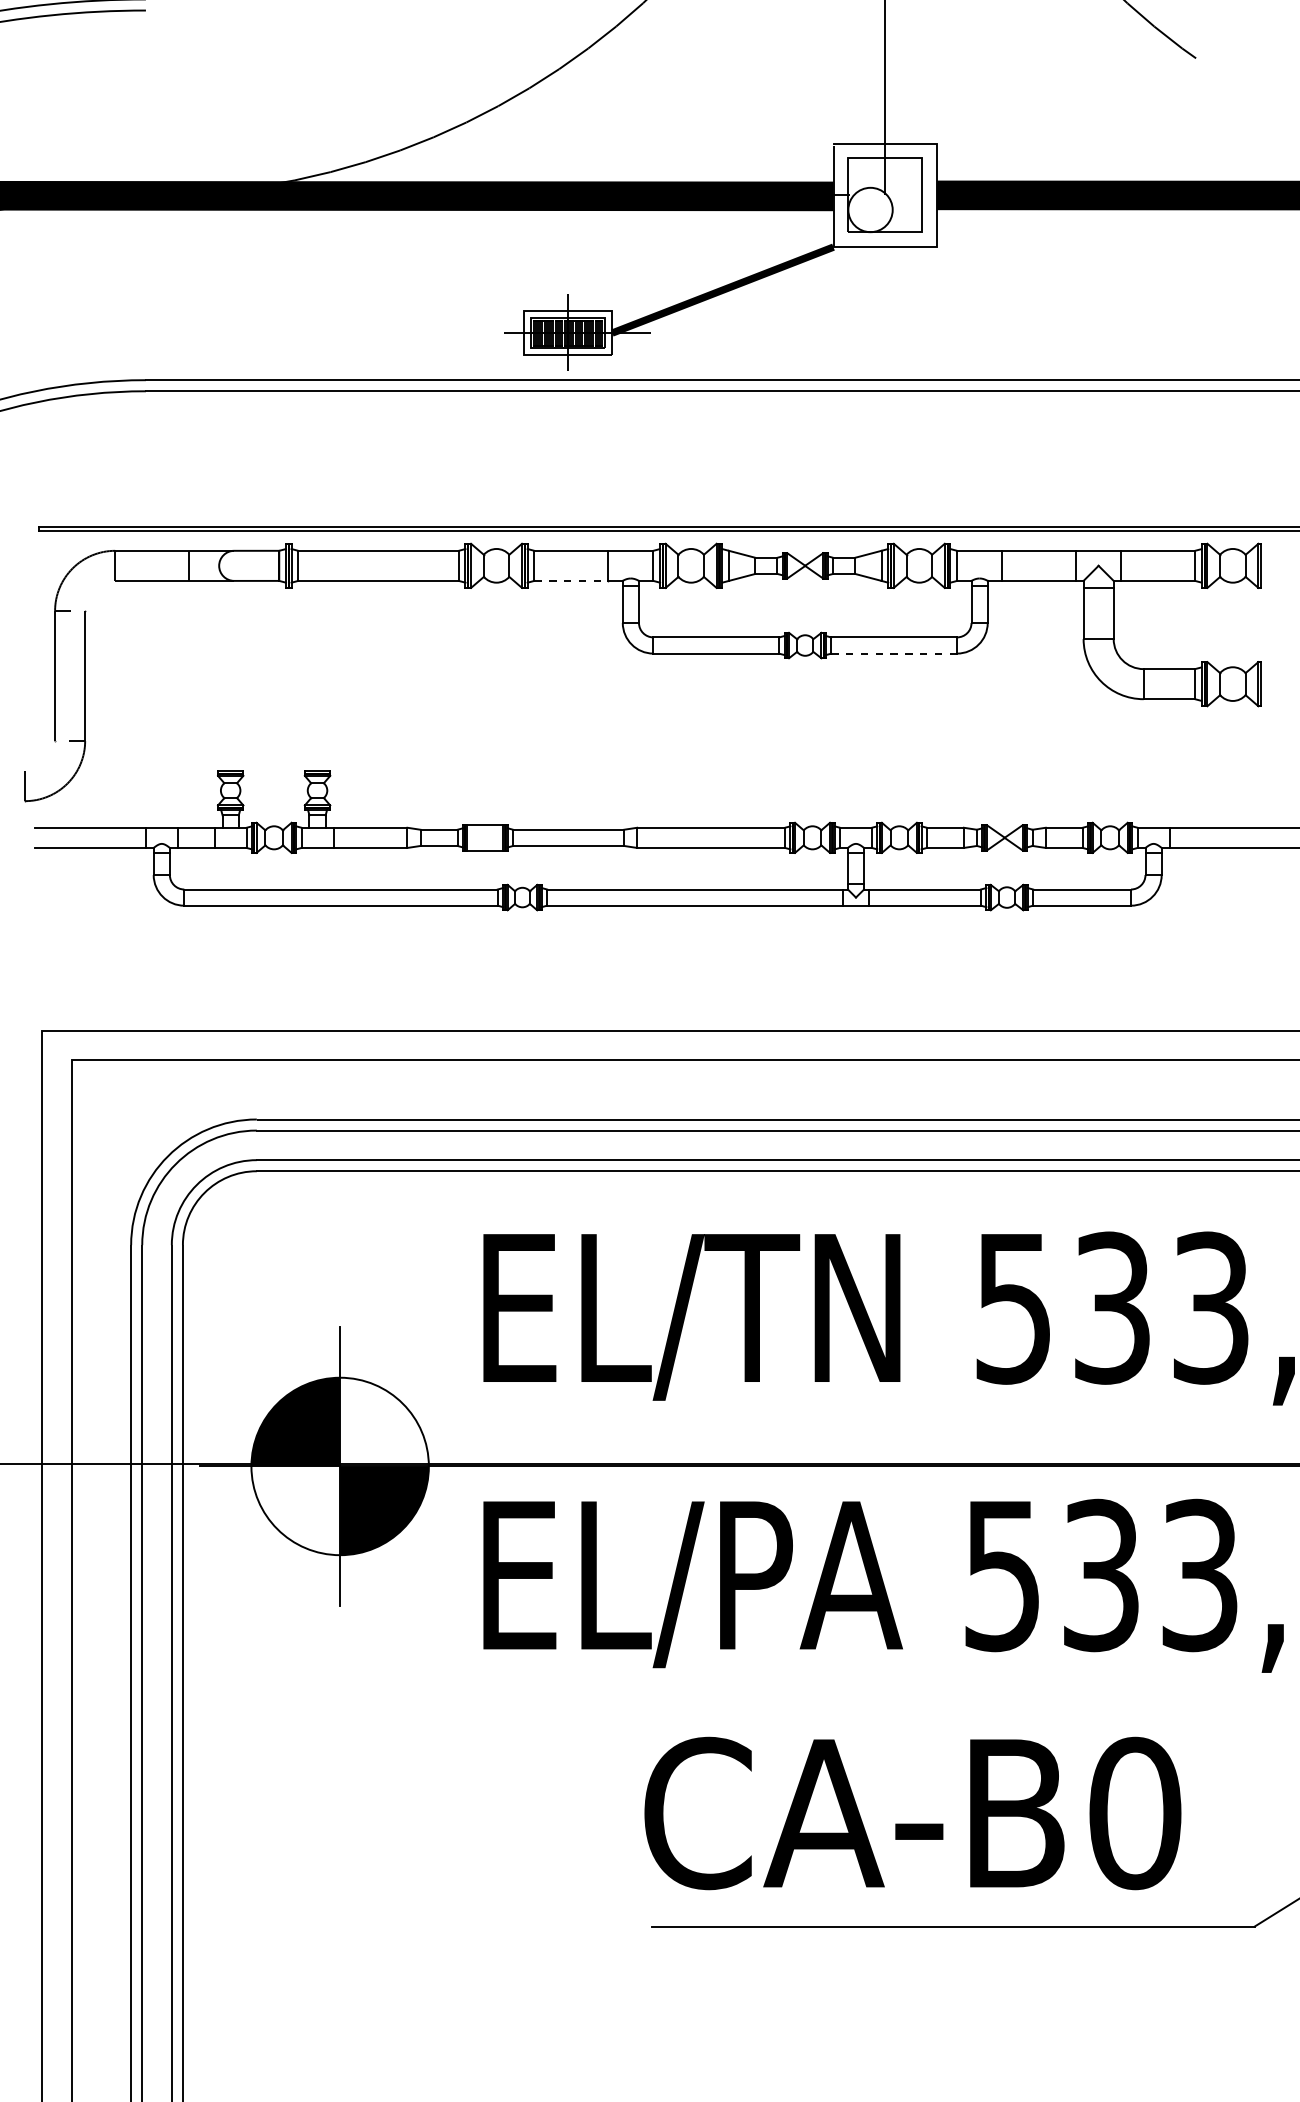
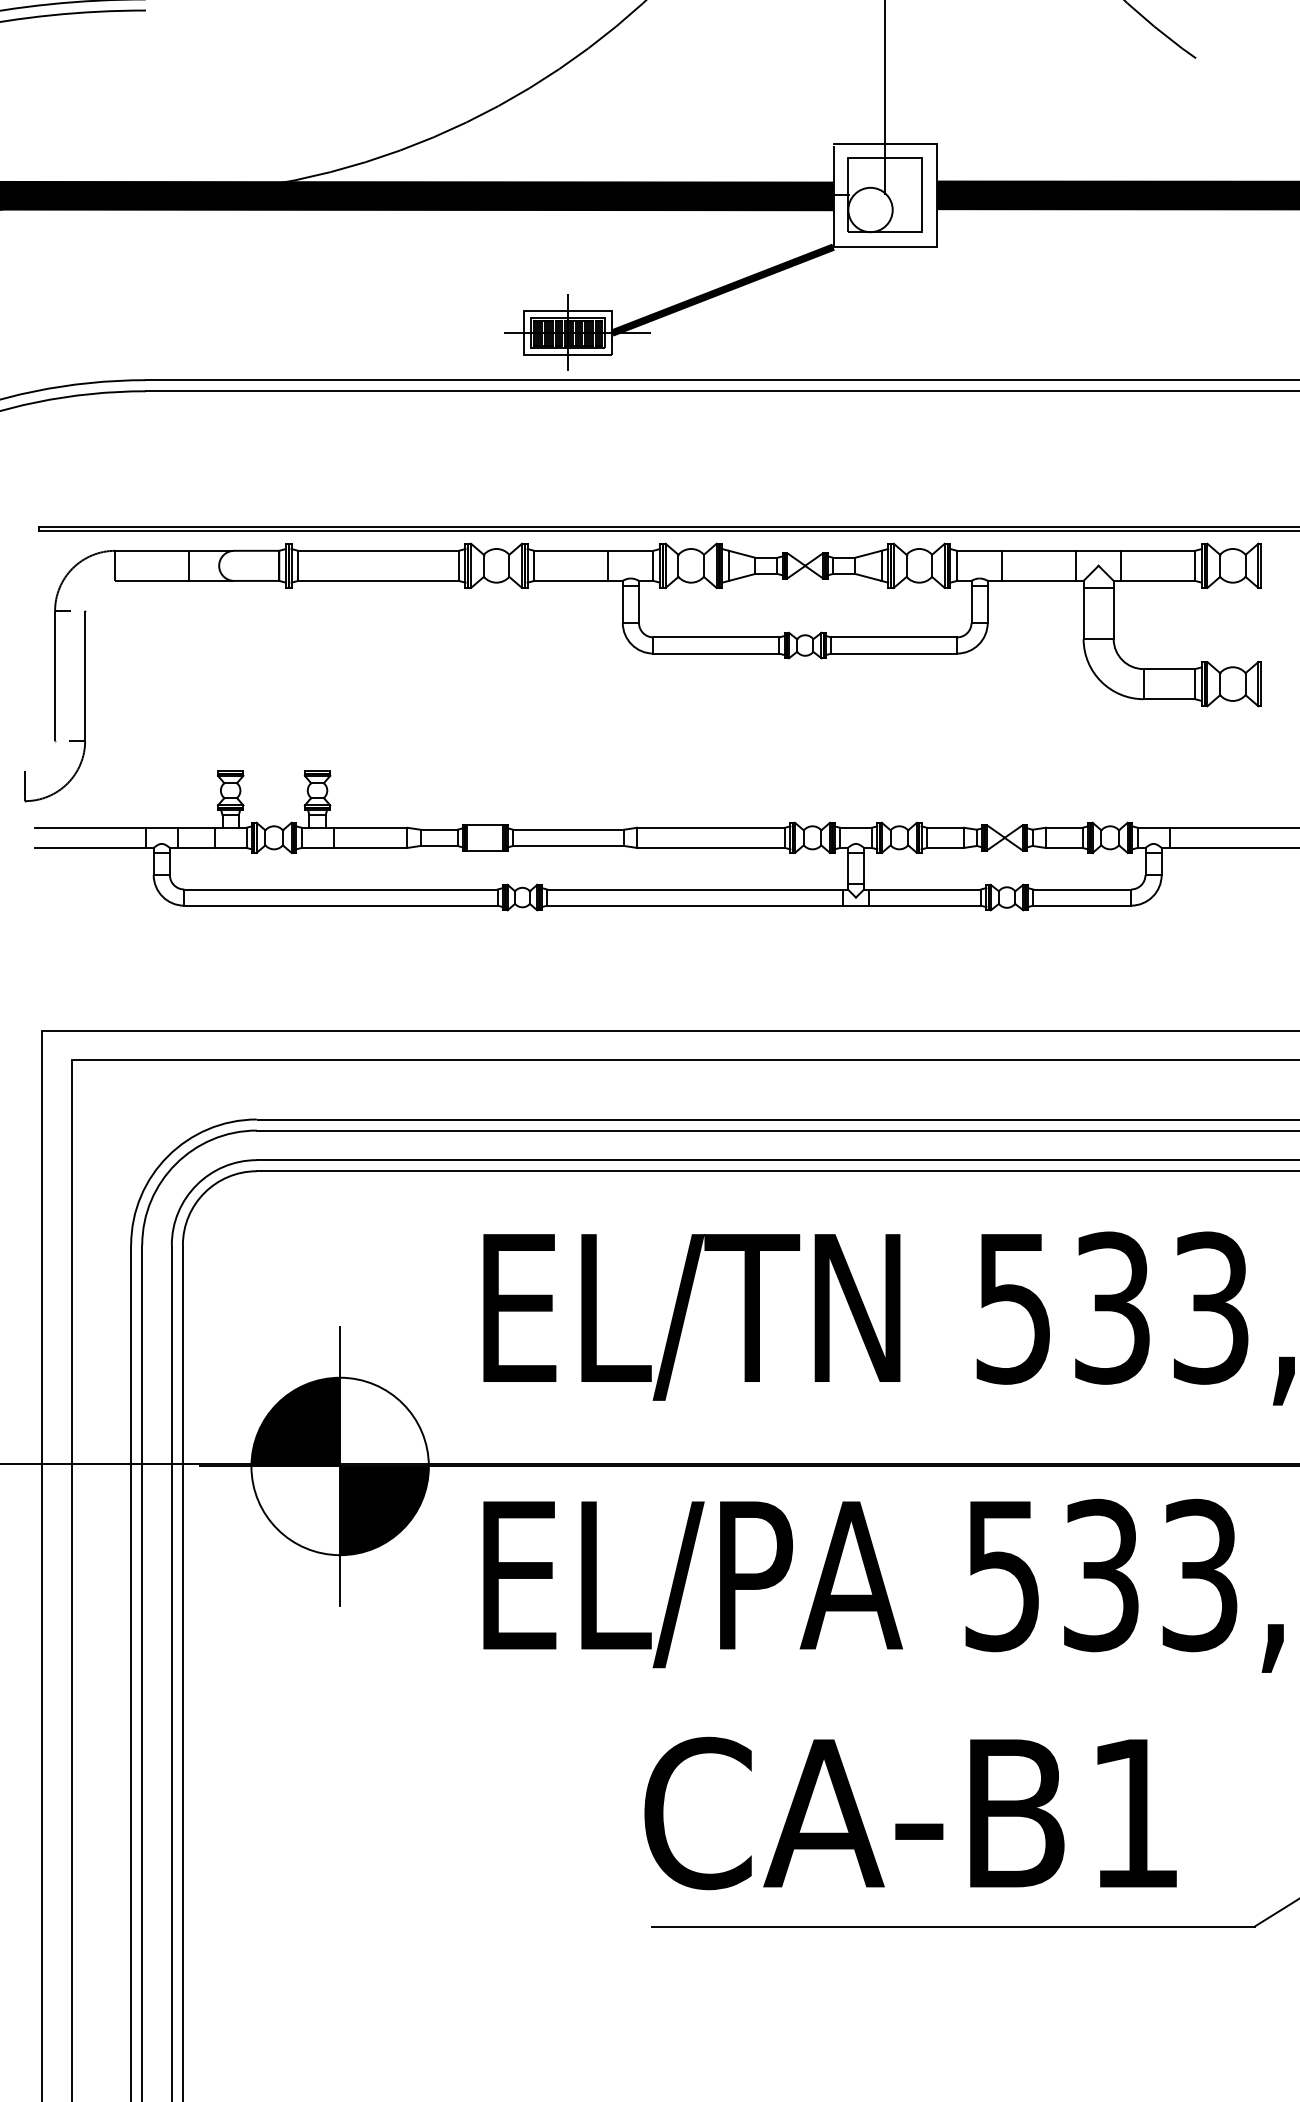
line at (571, 580): dashed -> solid
line at (894, 653): dashed -> solid
text at (1135, 1813): CA-B0 -> CA-B1
